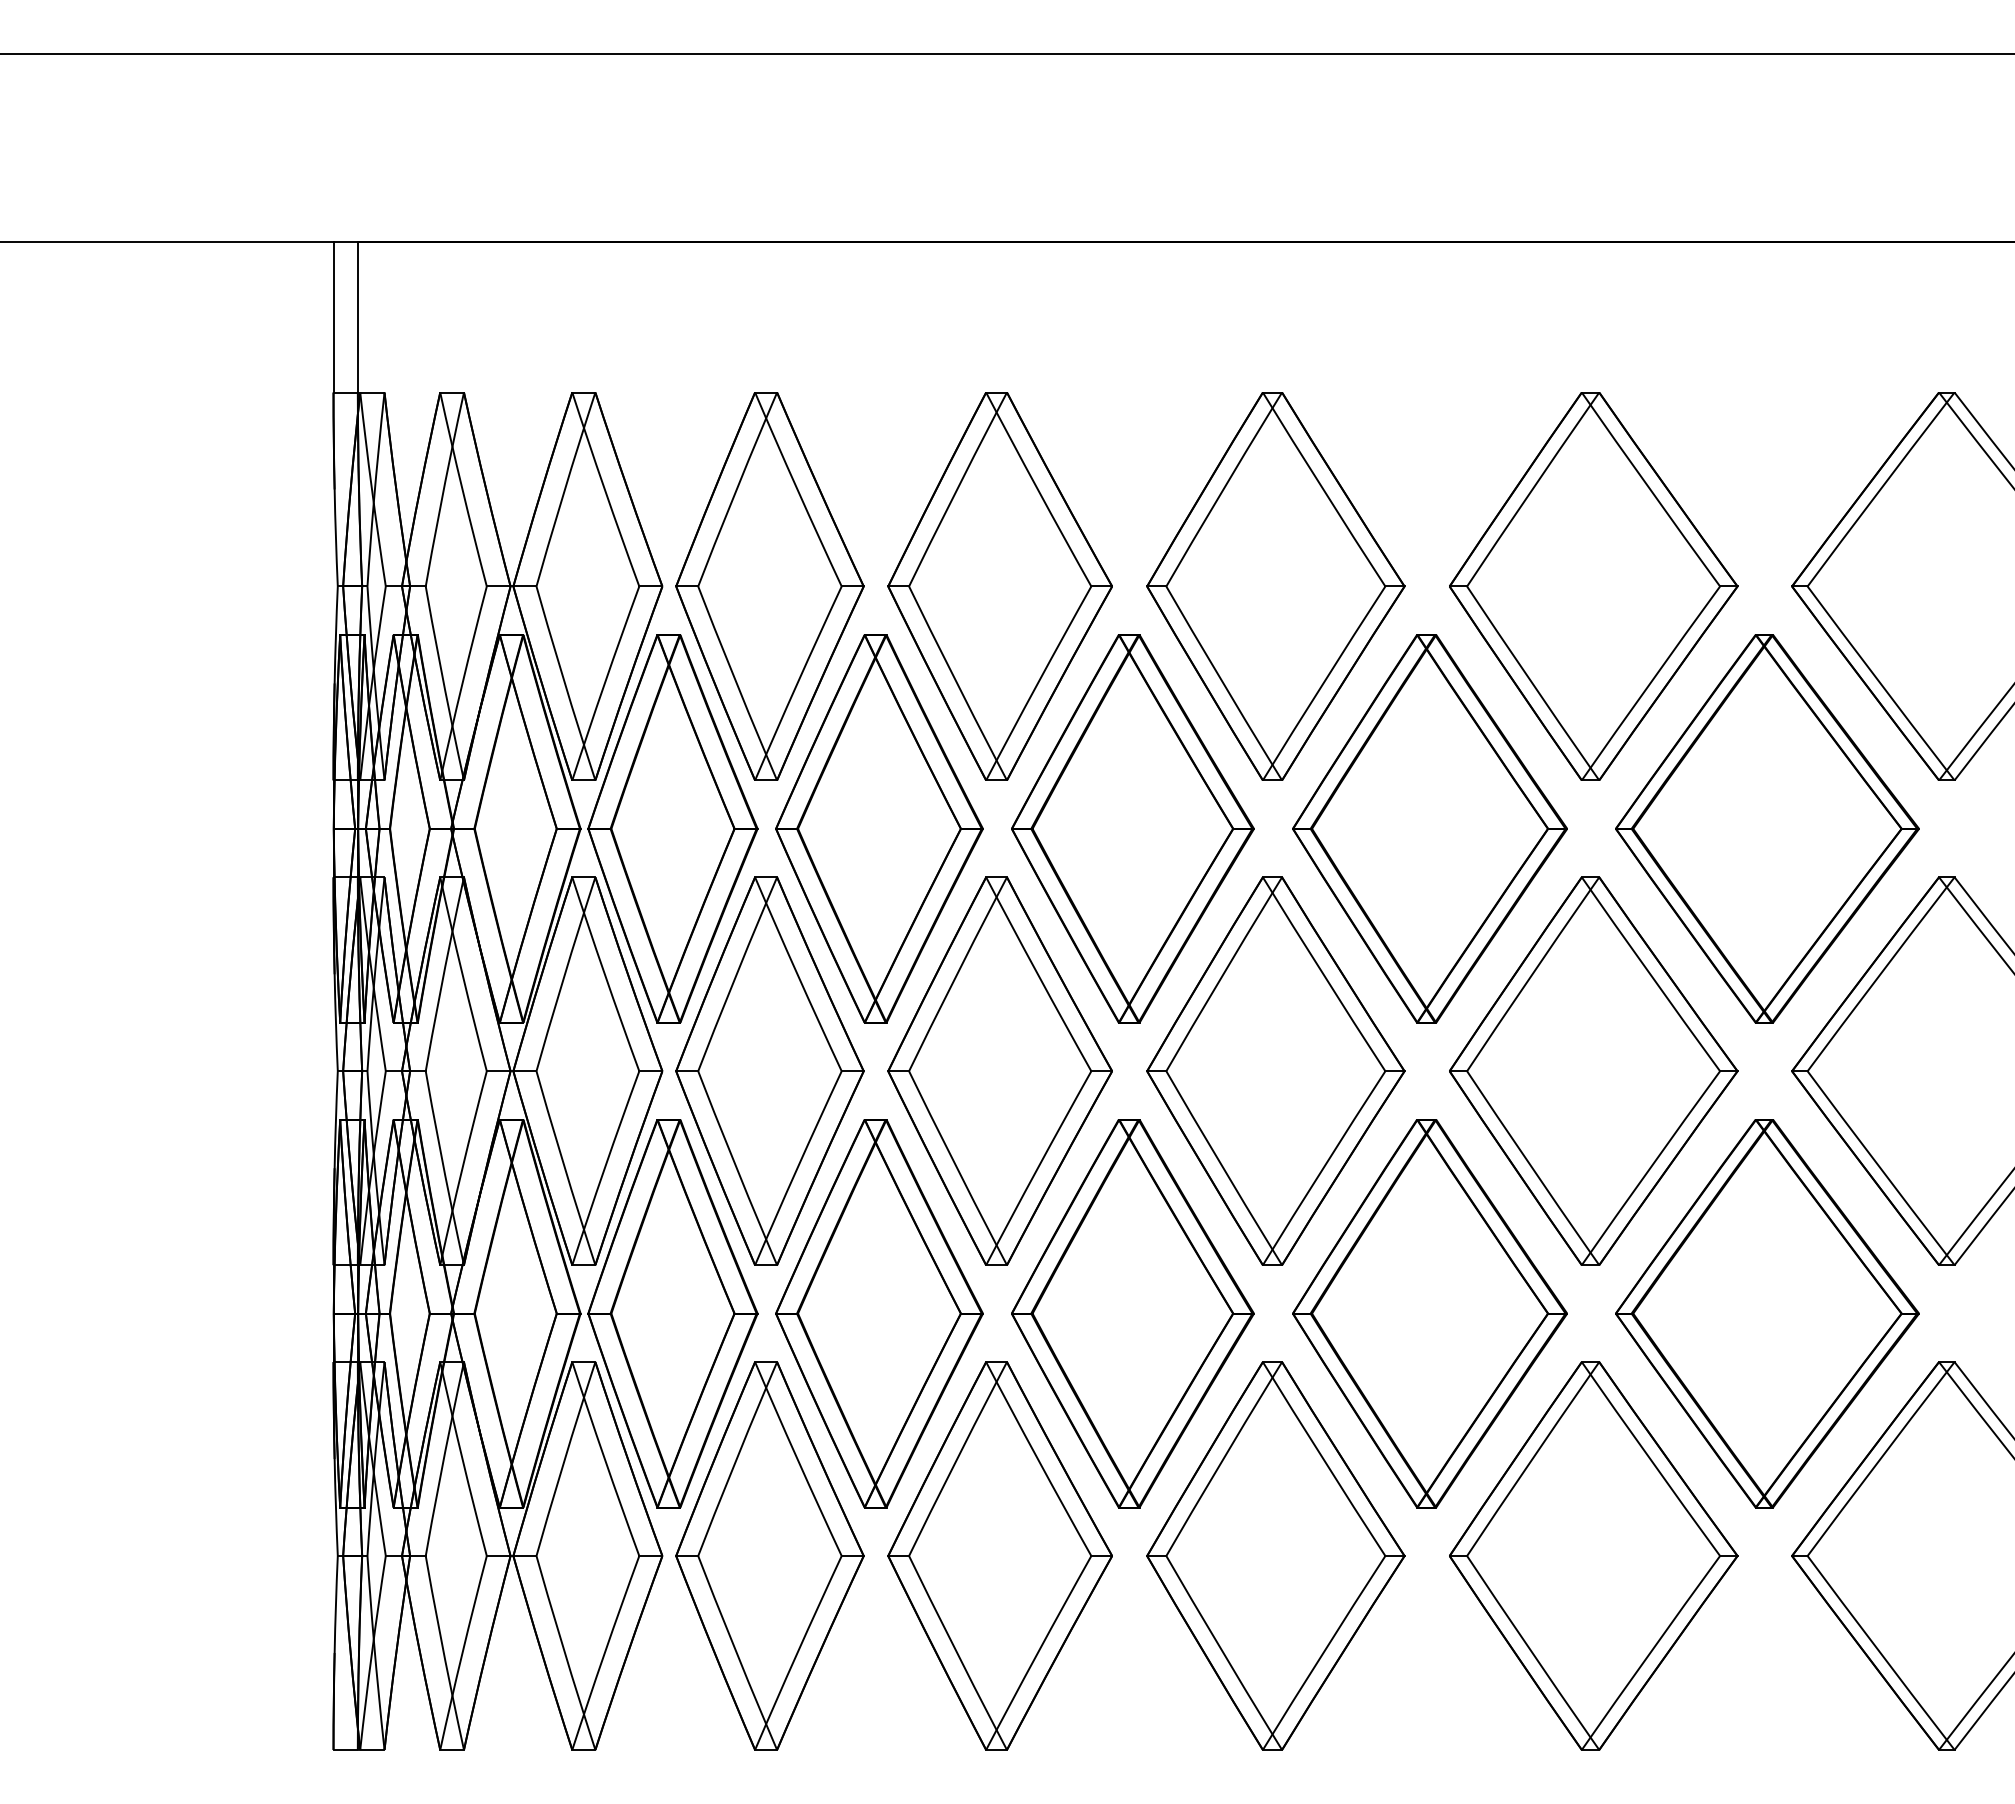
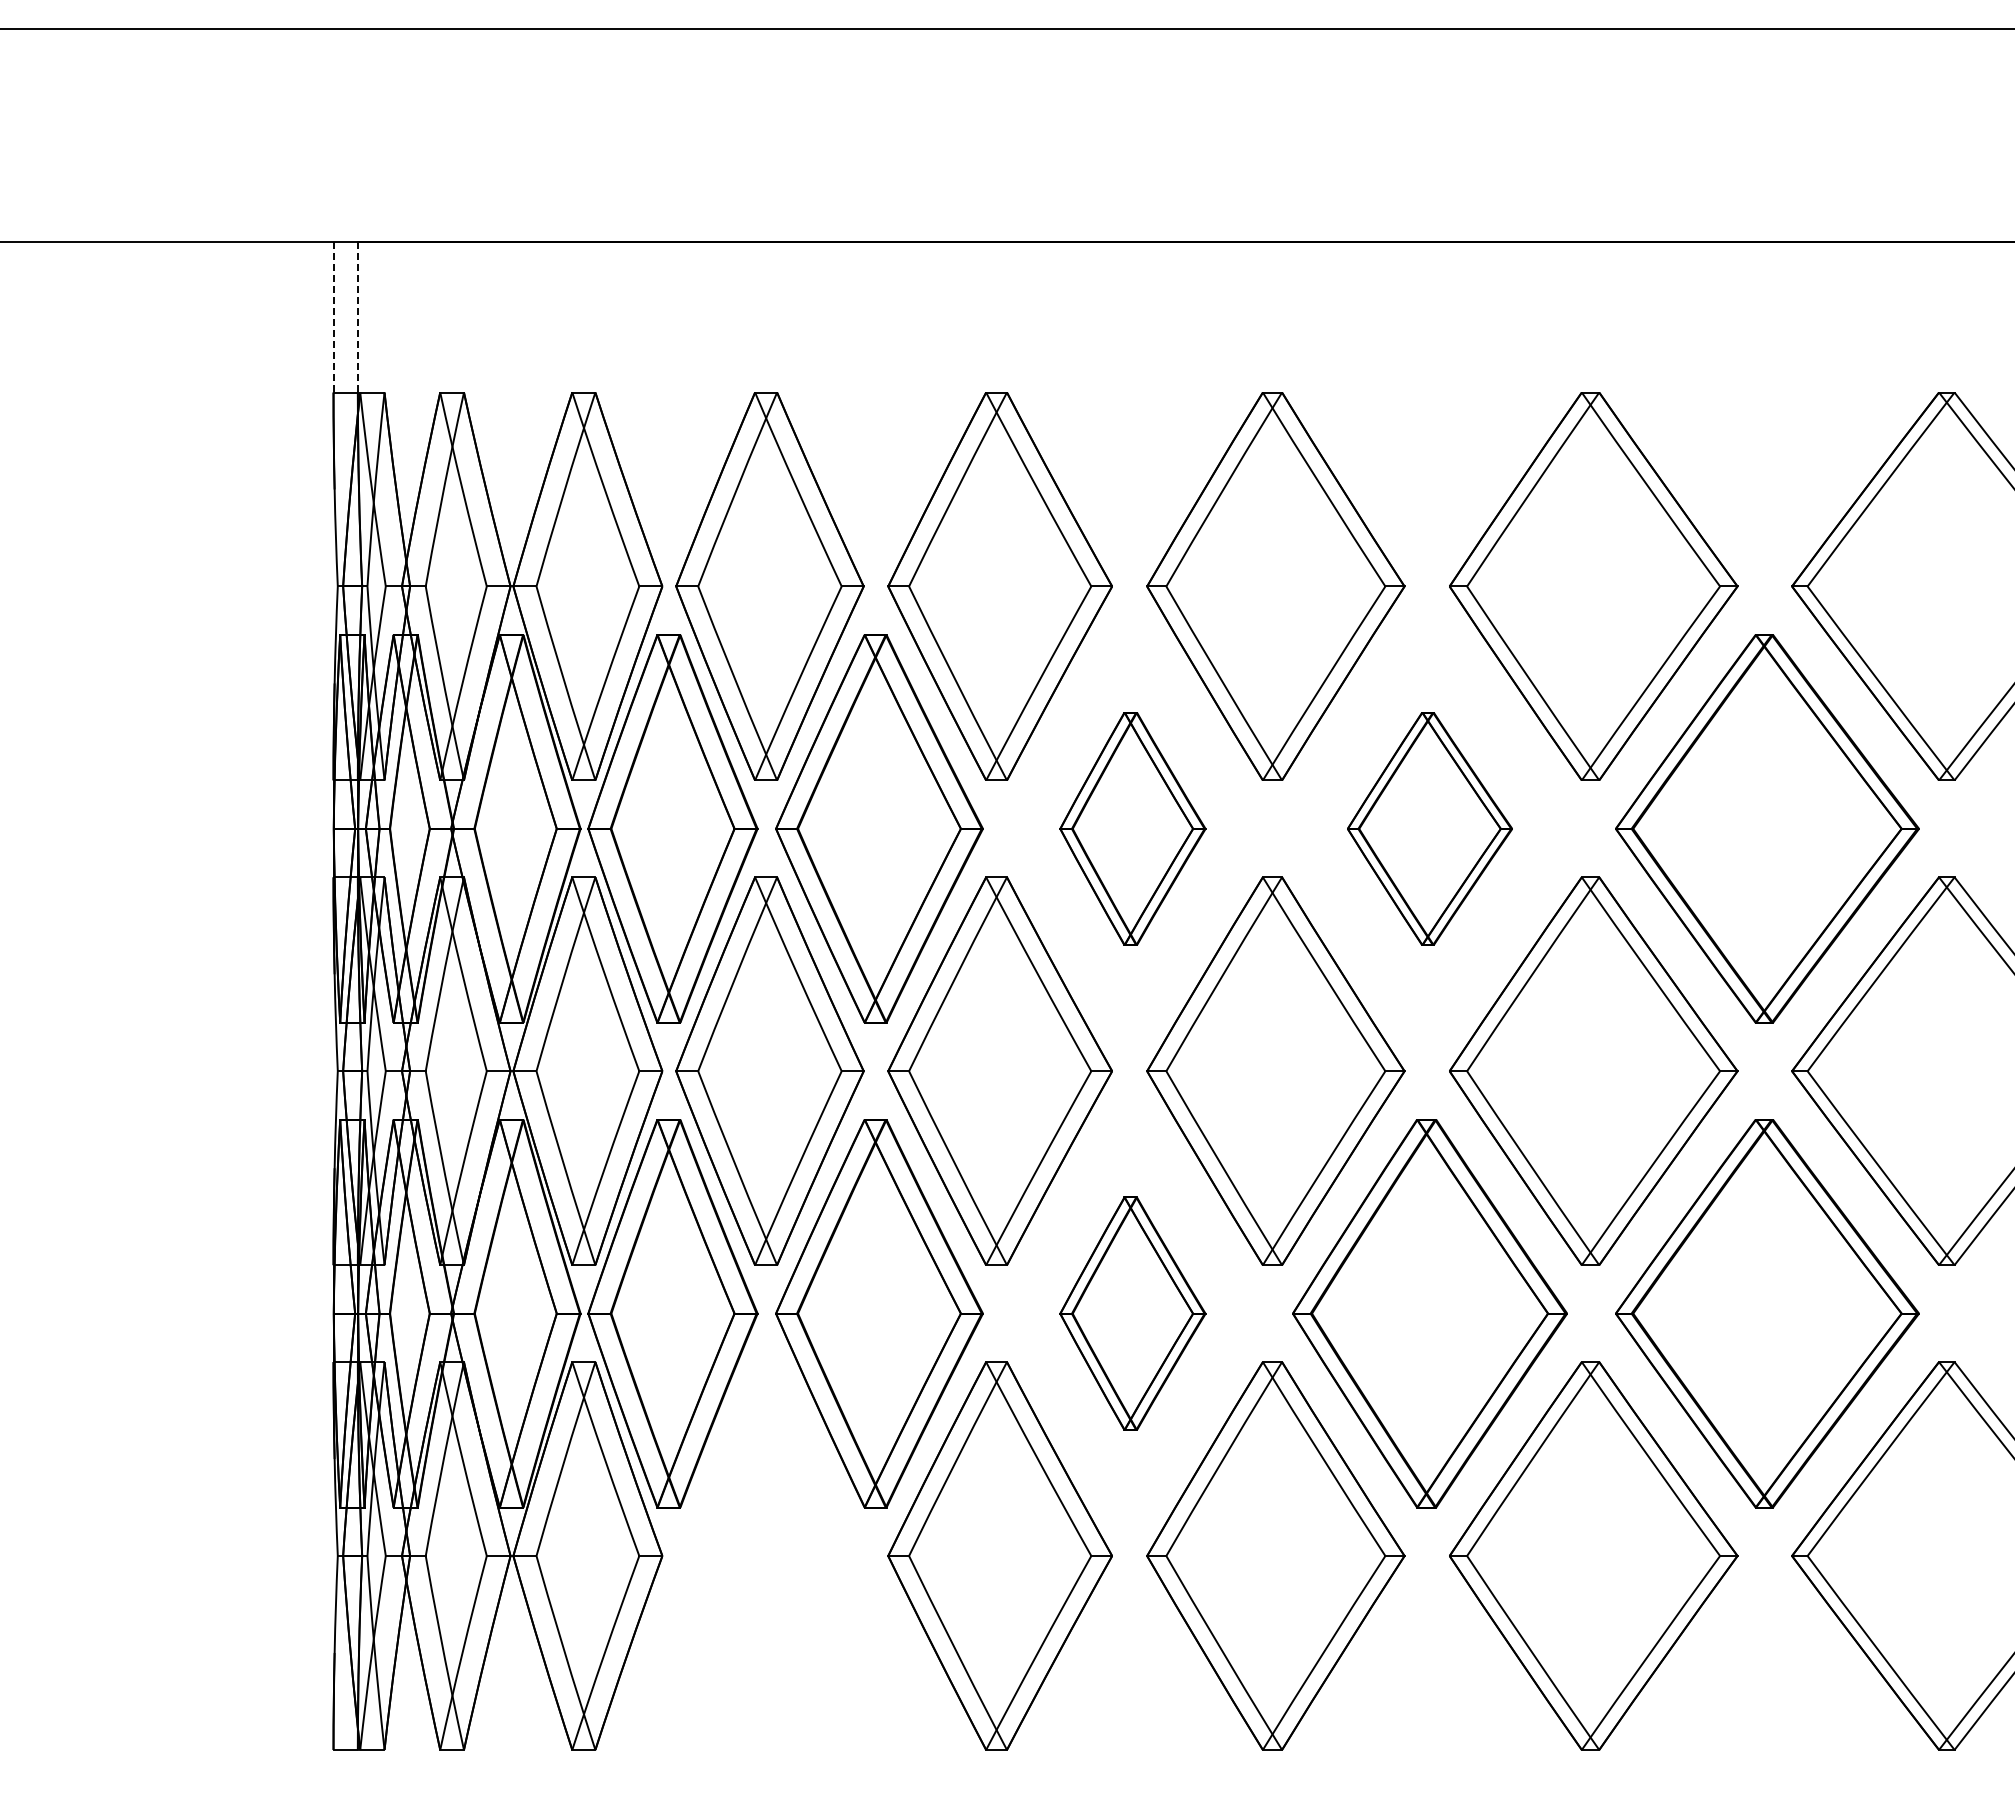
line at (1006, 54) position: (1006, 54) -> (1006, 29)
line at (333, 317): solid -> dashed
line at (357, 317): solid -> dashed
part at (1132, 828) size: 244x390 px -> 148x234 px
part at (1429, 828) size: 276x390 px -> 166x234 px
part at (1132, 1313) size: 244x390 px -> 148x235 px
part at (769, 1555): present -> none
